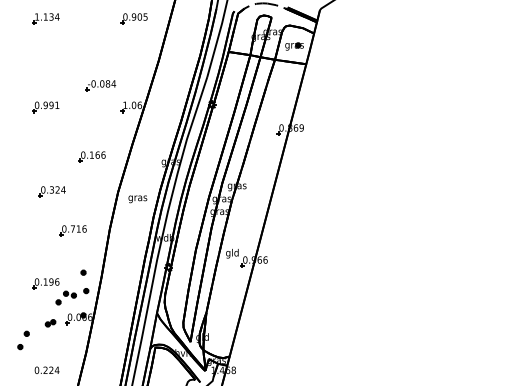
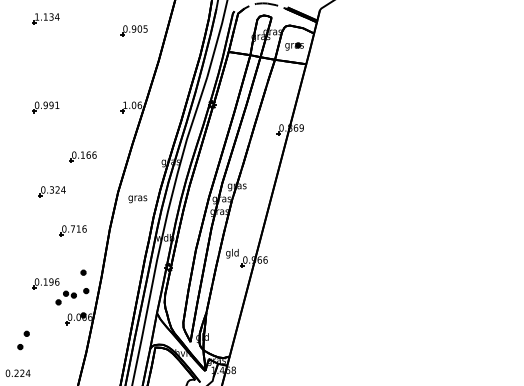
part at (133, 18) position: (133, 18) -> (133, 30)
part at (100, 85): present -> none
part at (91, 156) position: (91, 156) -> (82, 156)
part at (50, 323): present -> none
text at (46, 369) position: (46, 369) -> (17, 372)
